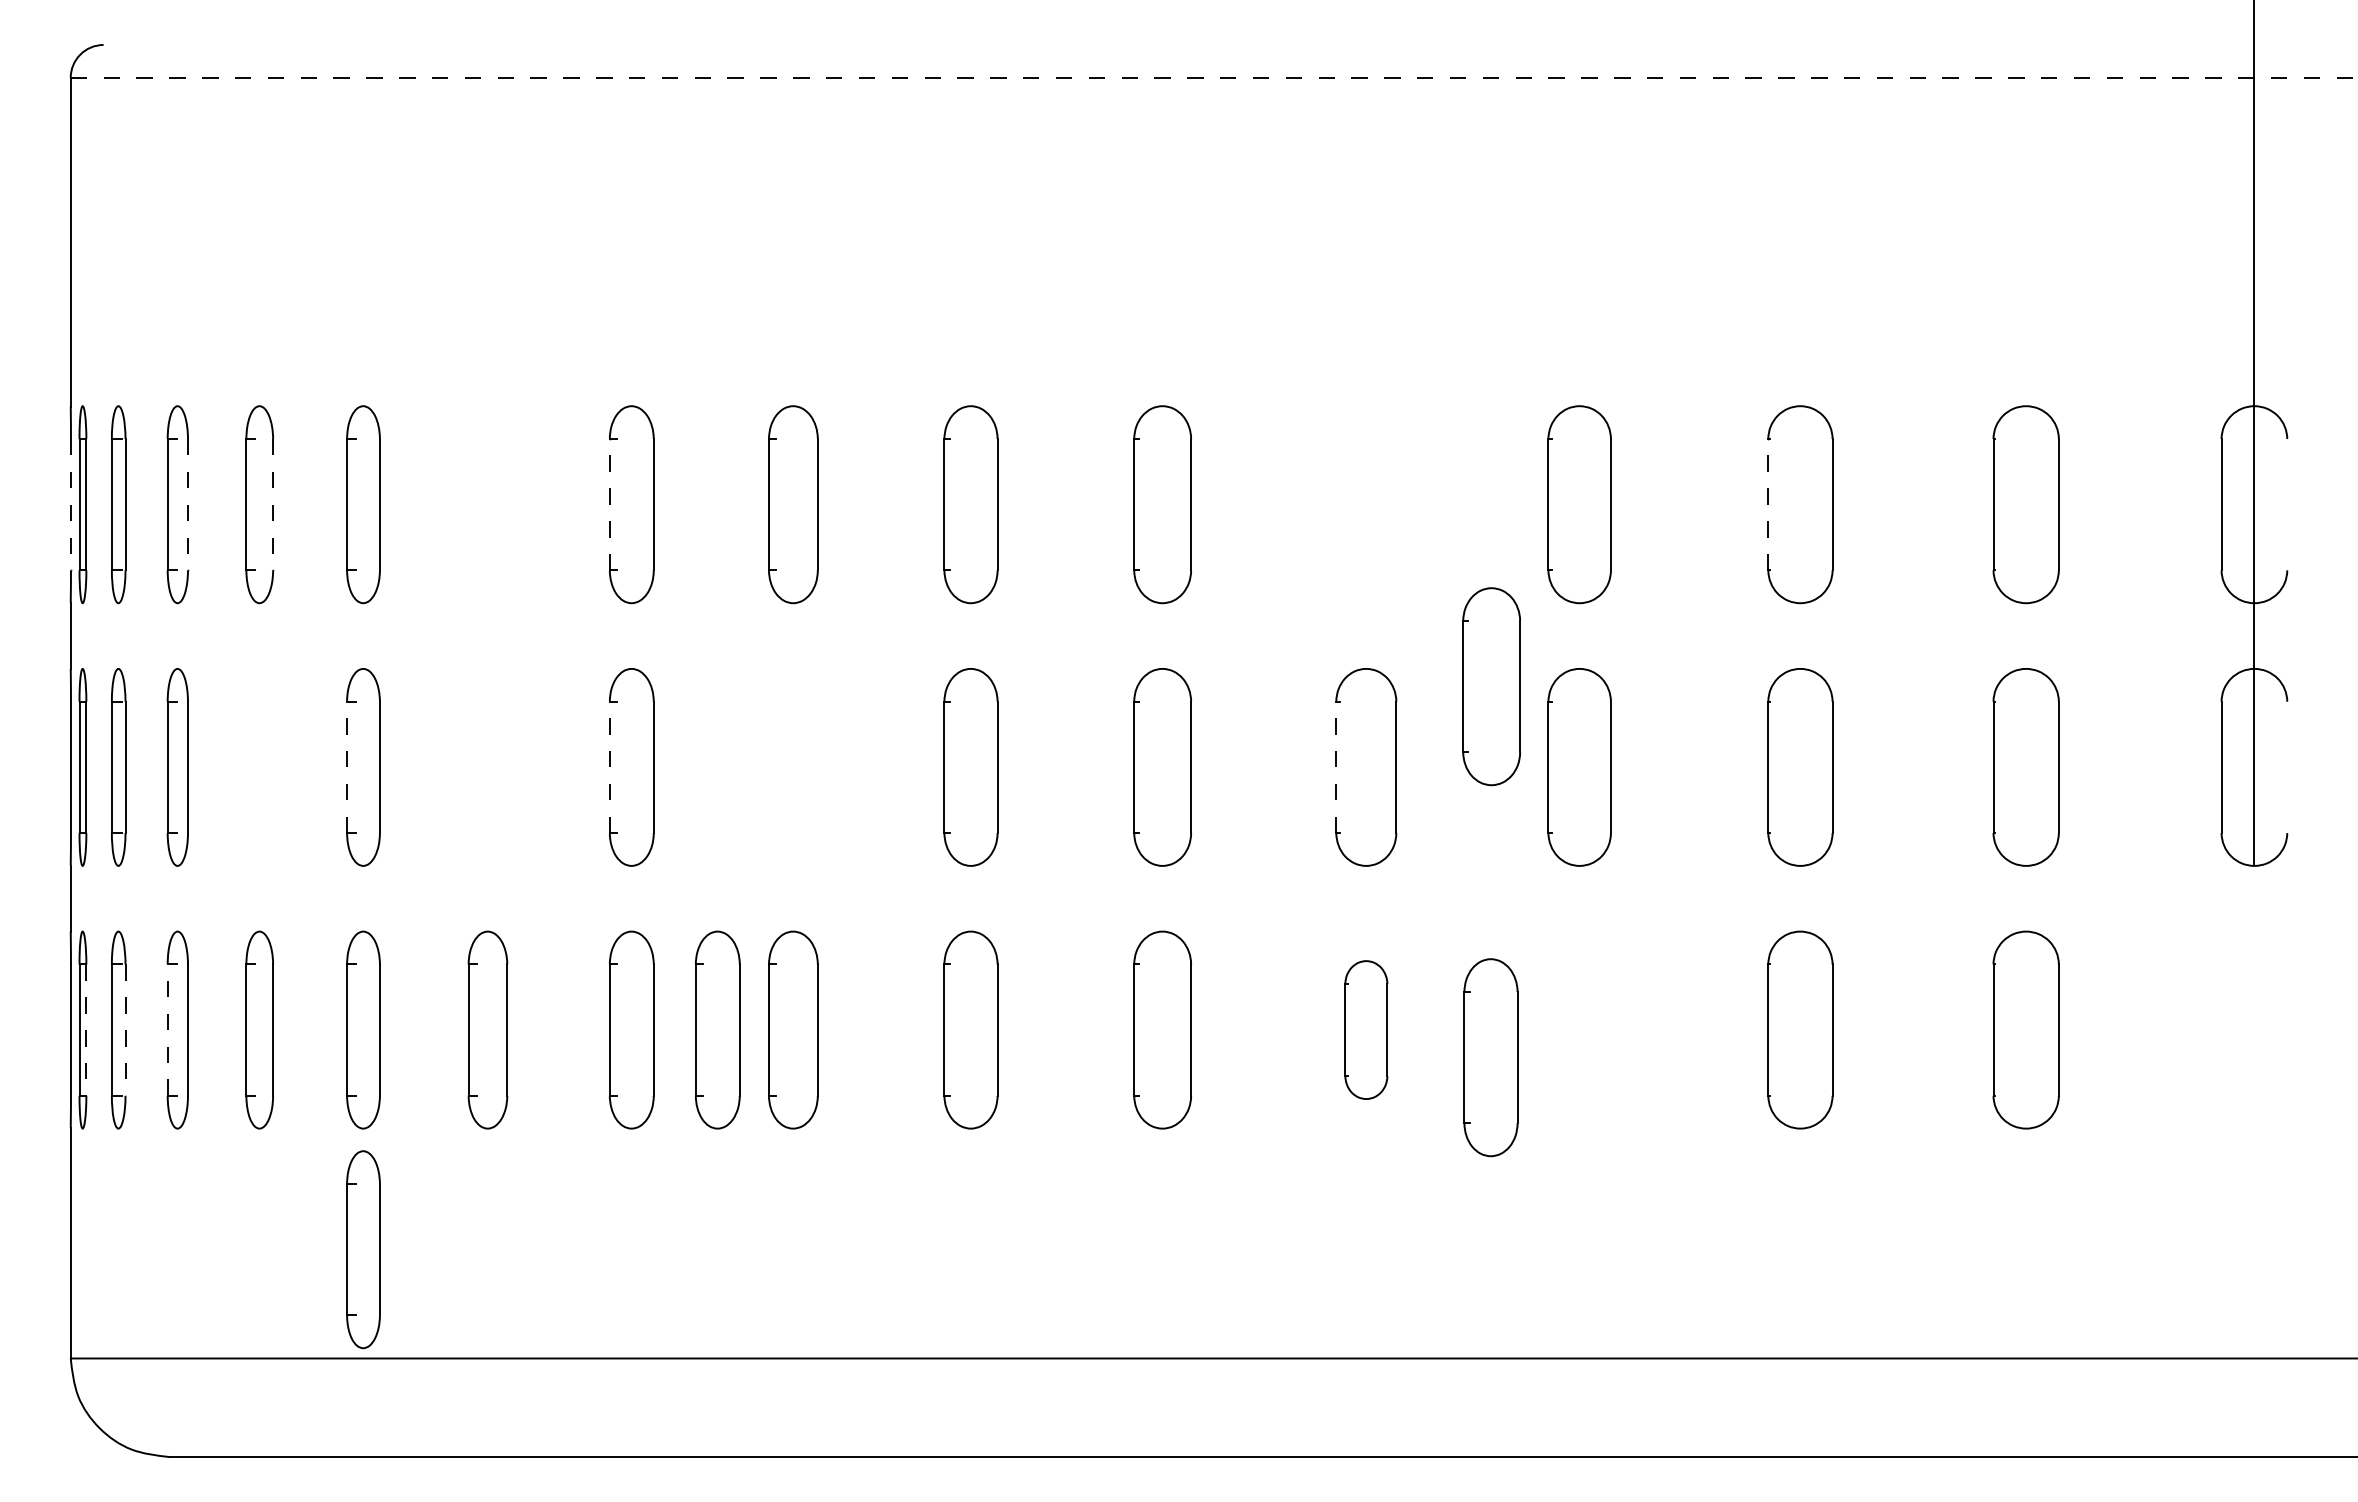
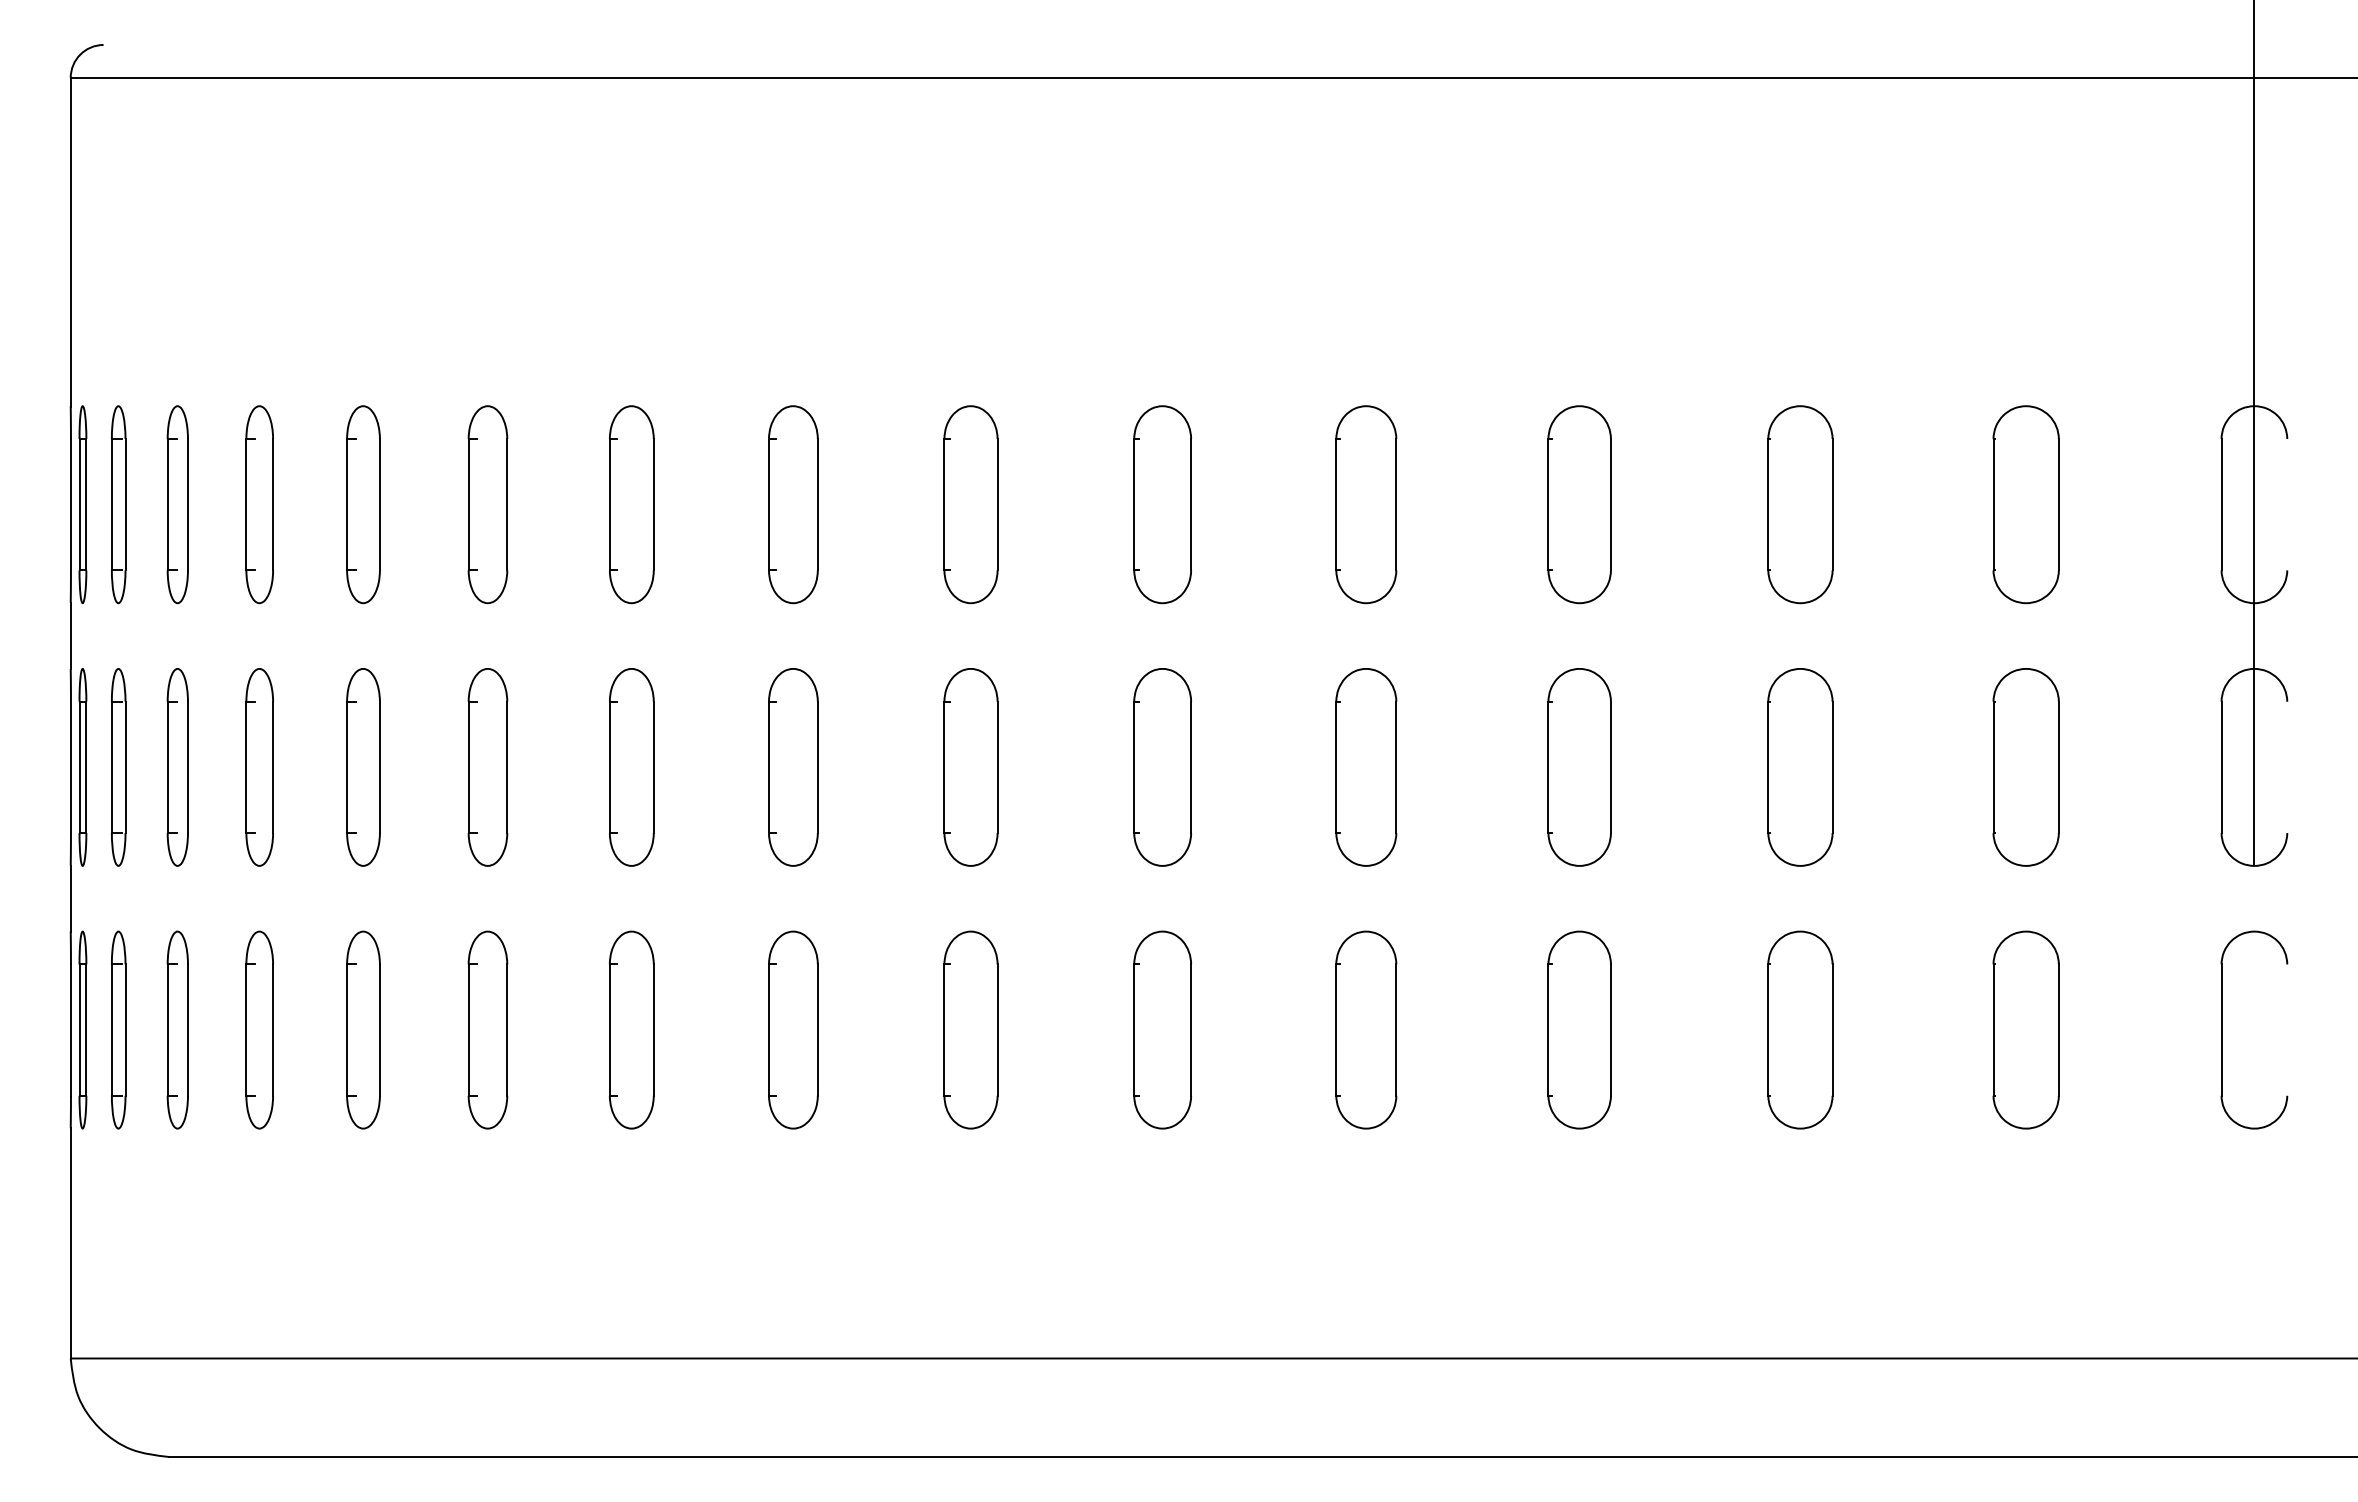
line at (1214, 77): dashed -> solid
line at (70, 504): dashed -> solid
line at (188, 504): dashed -> solid
line at (273, 504): dashed -> solid
part at (487, 504): none -> present
line at (609, 504): dashed -> solid
part at (1366, 504): none -> present
line at (1768, 504): dashed -> solid
part at (1491, 686): present -> none
part at (259, 767): none -> present
line at (347, 767): dashed -> solid
part at (487, 767): none -> present
line at (609, 767): dashed -> solid
part at (793, 767): none -> present
line at (1336, 767): dashed -> solid
part at (717, 1029): present -> none
part at (1366, 1029) size: 45x140 px -> 63x200 px
part at (1579, 1029): none -> present
part at (2222, 1029): none -> present
line at (86, 1030): dashed -> solid
line at (125, 1030): dashed -> solid
line at (167, 1030): dashed -> solid
part at (1490, 1057): present -> none
part at (363, 1249): present -> none
